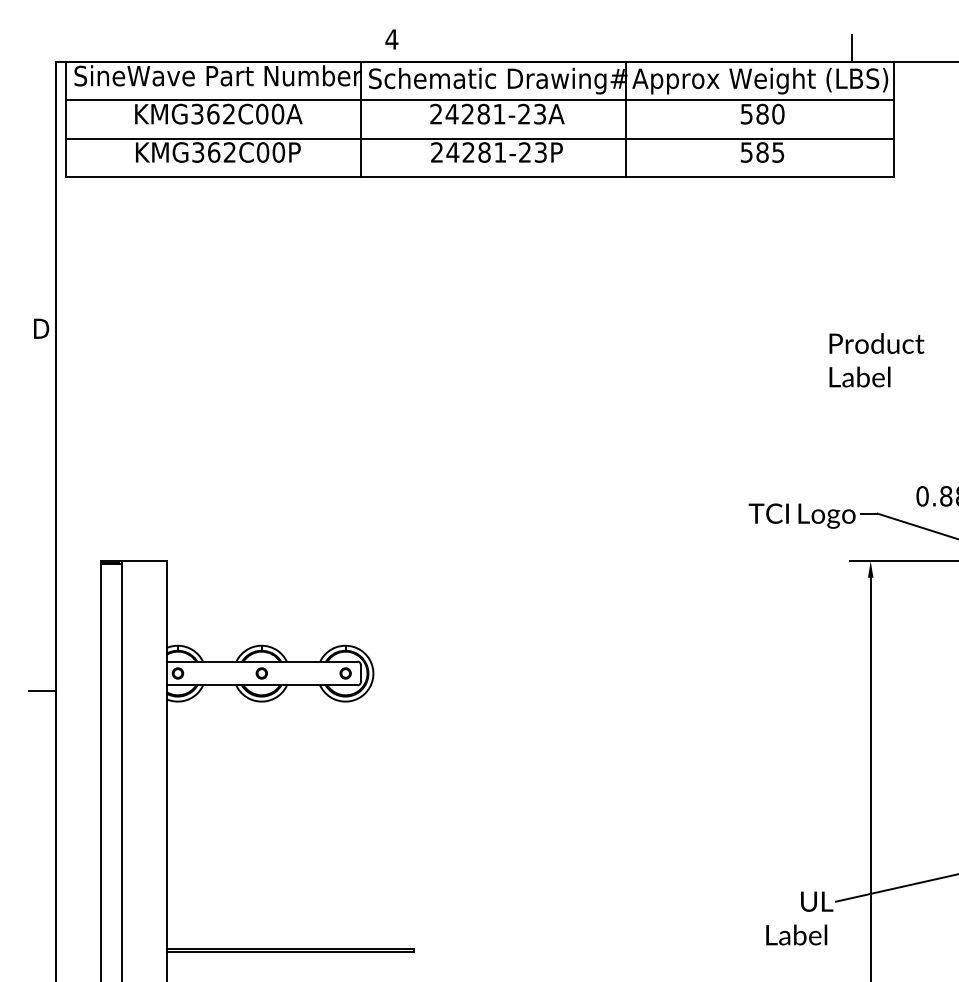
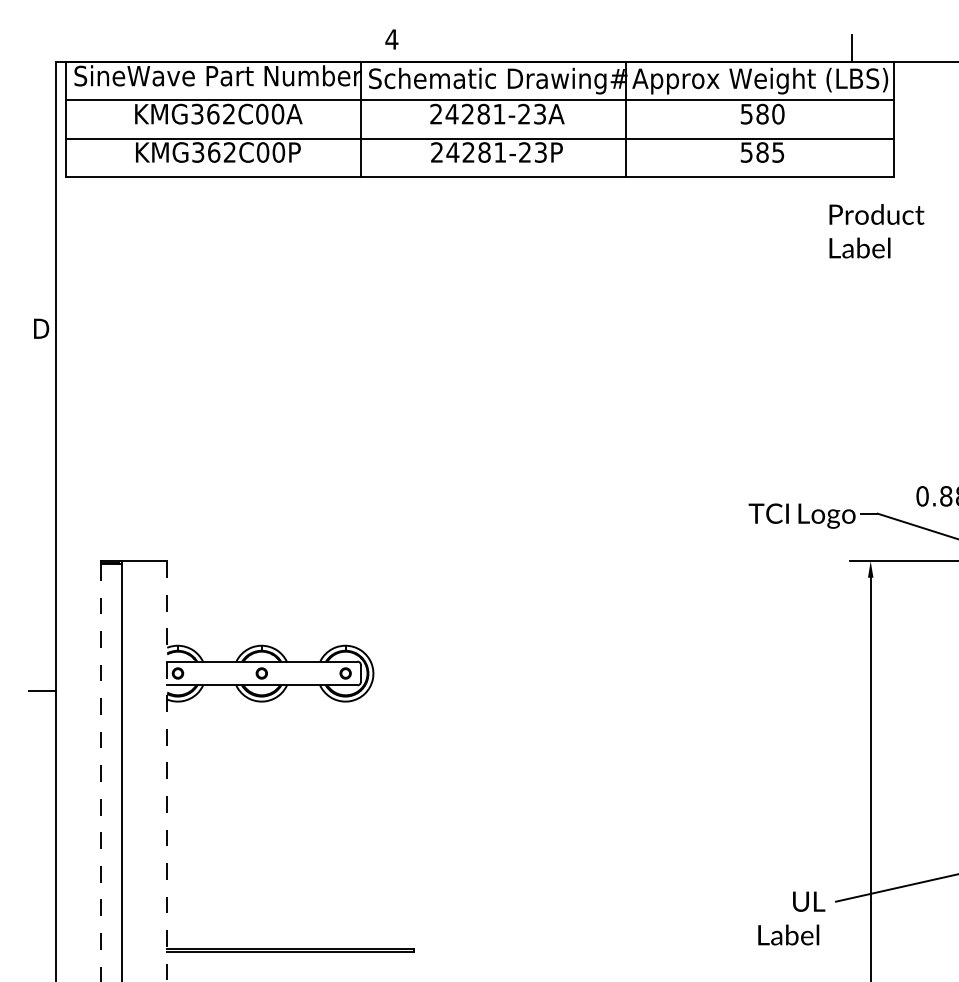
text at (876, 360) position: (876, 360) -> (876, 231)
line at (167, 771): solid -> dashed
line at (101, 772): solid -> dashed
text at (799, 918) position: (799, 918) -> (791, 918)
